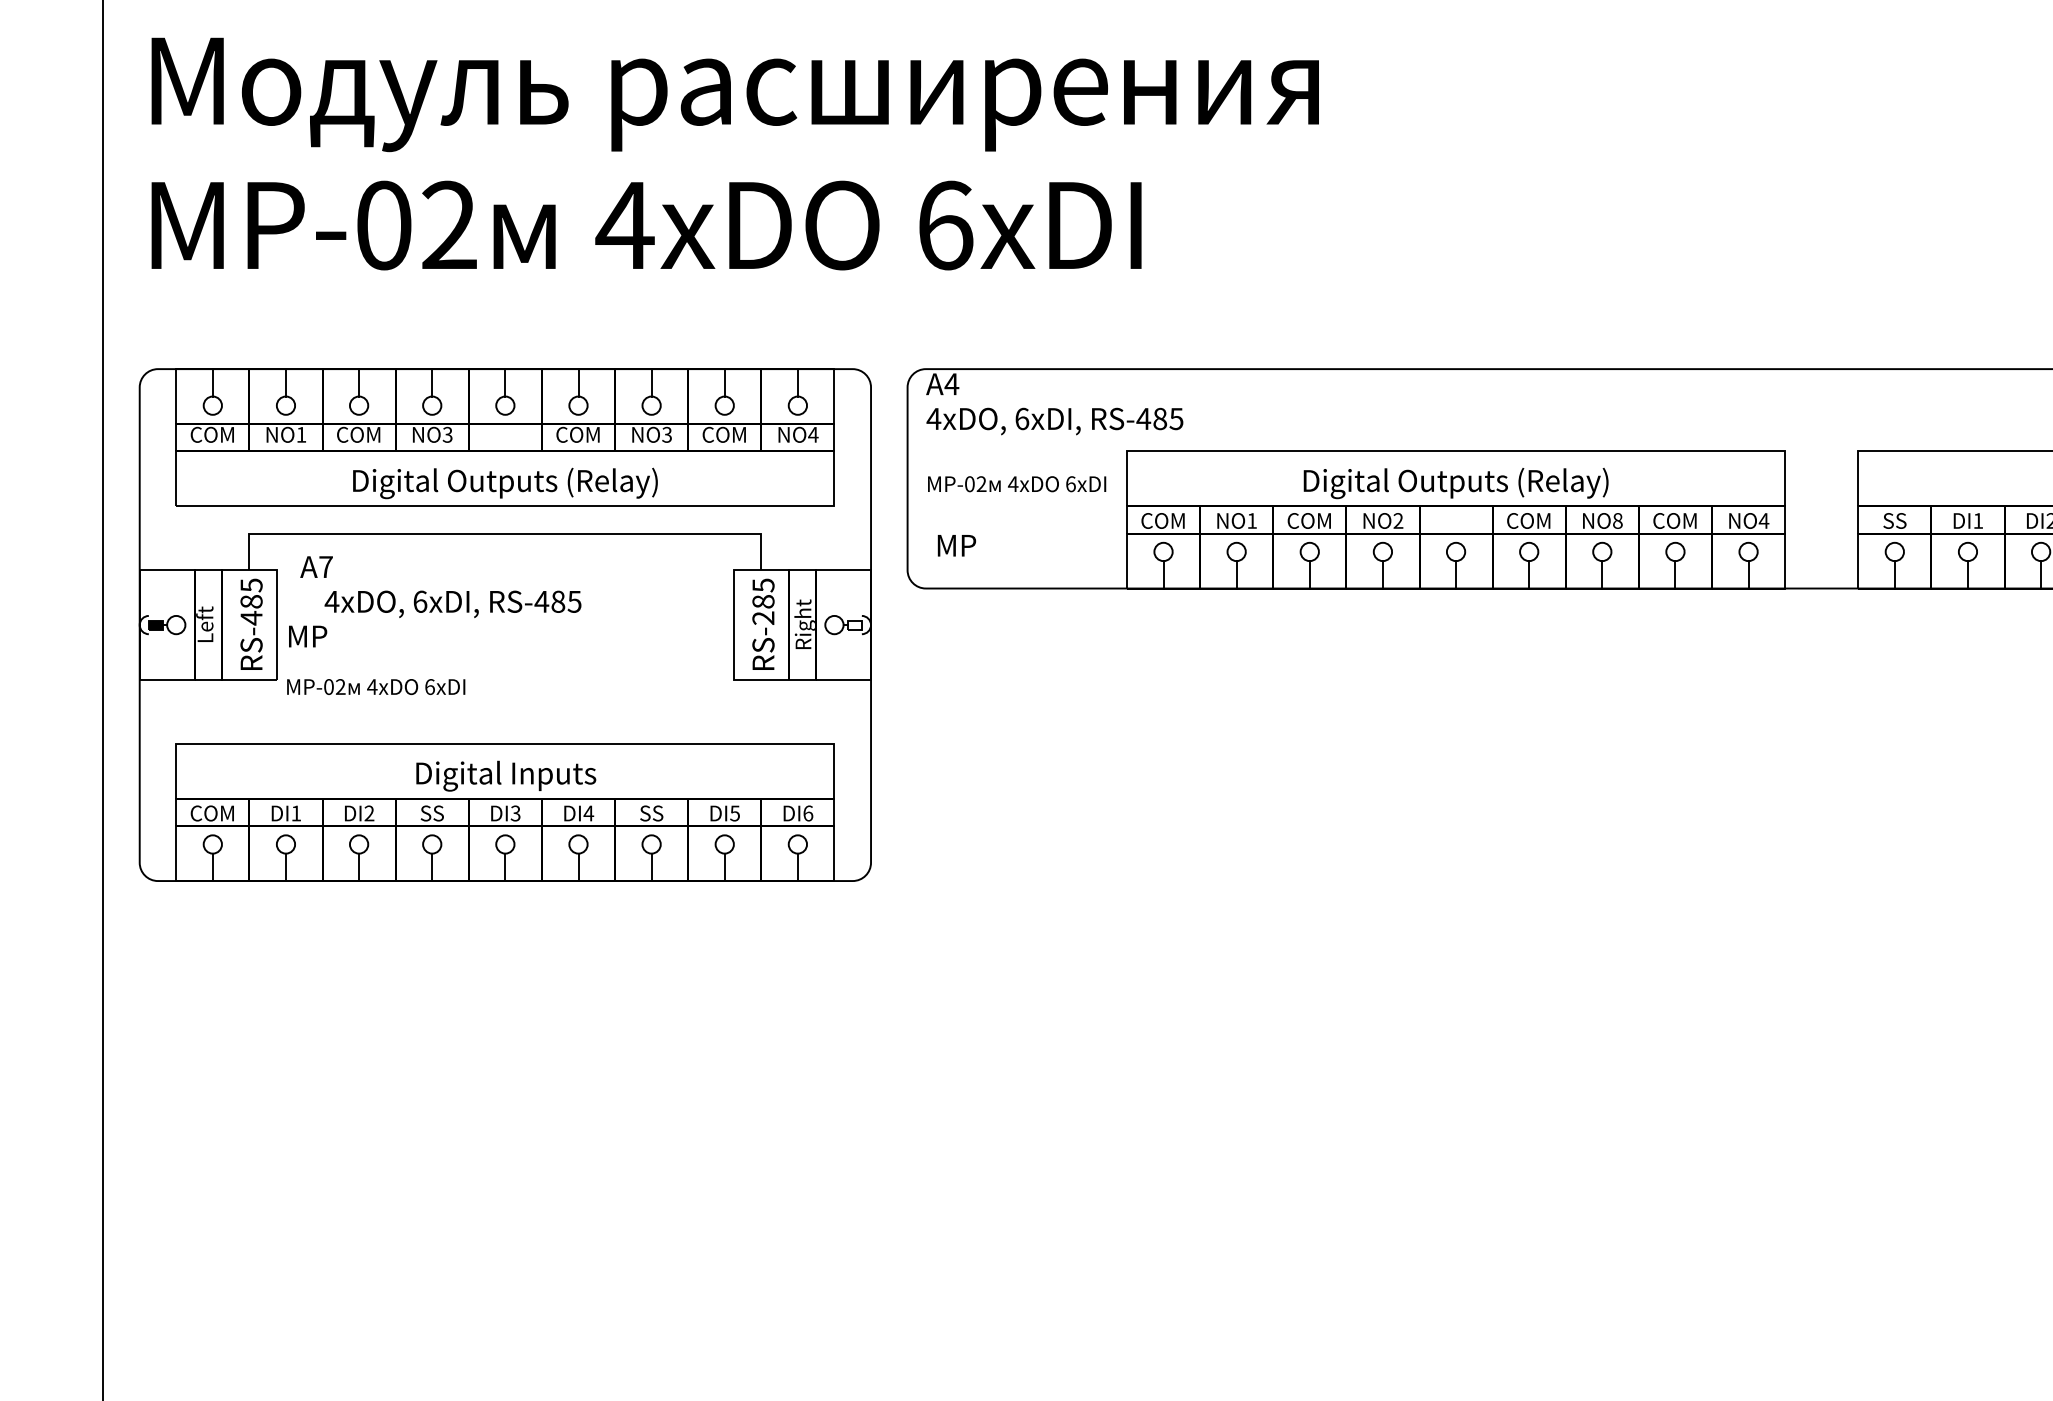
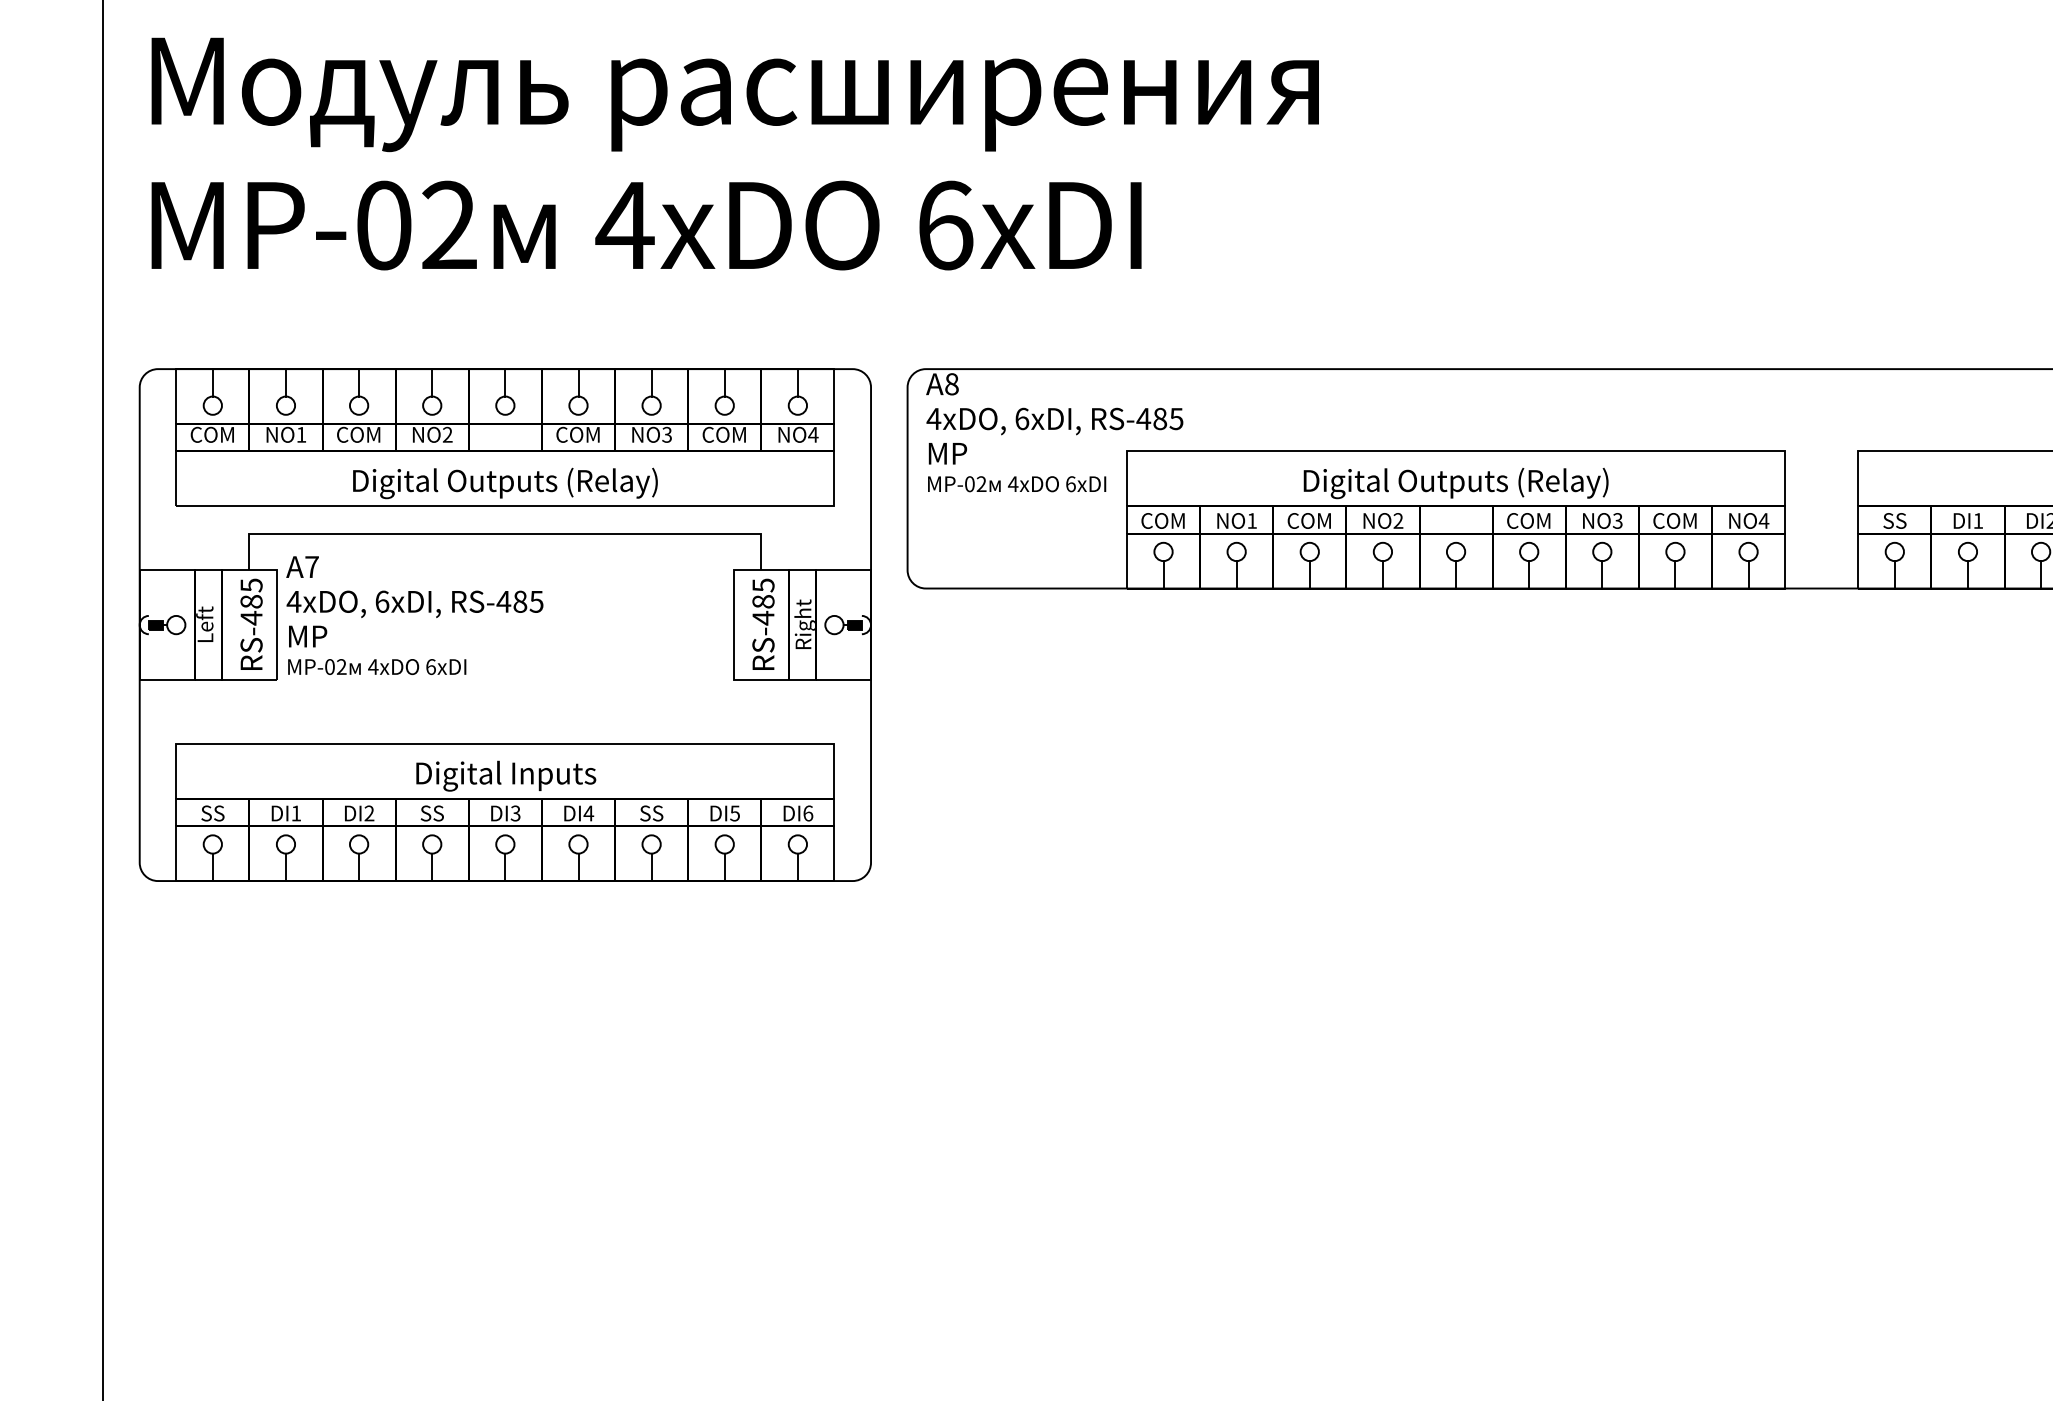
text at (951, 384): A4 -> A8
text at (447, 434): NO3 -> NO2
text at (1617, 520): NO8 -> NO3
text at (956, 545) position: (956, 545) -> (947, 453)
text at (316, 566) position: (316, 566) -> (302, 566)
text at (452, 603) position: (452, 603) -> (414, 603)
text at (763, 617): RS-285 -> RS-485
fill at (854, 624): none -> present
text at (376, 686) position: (376, 686) -> (377, 666)
text at (211, 813): COM -> SS
